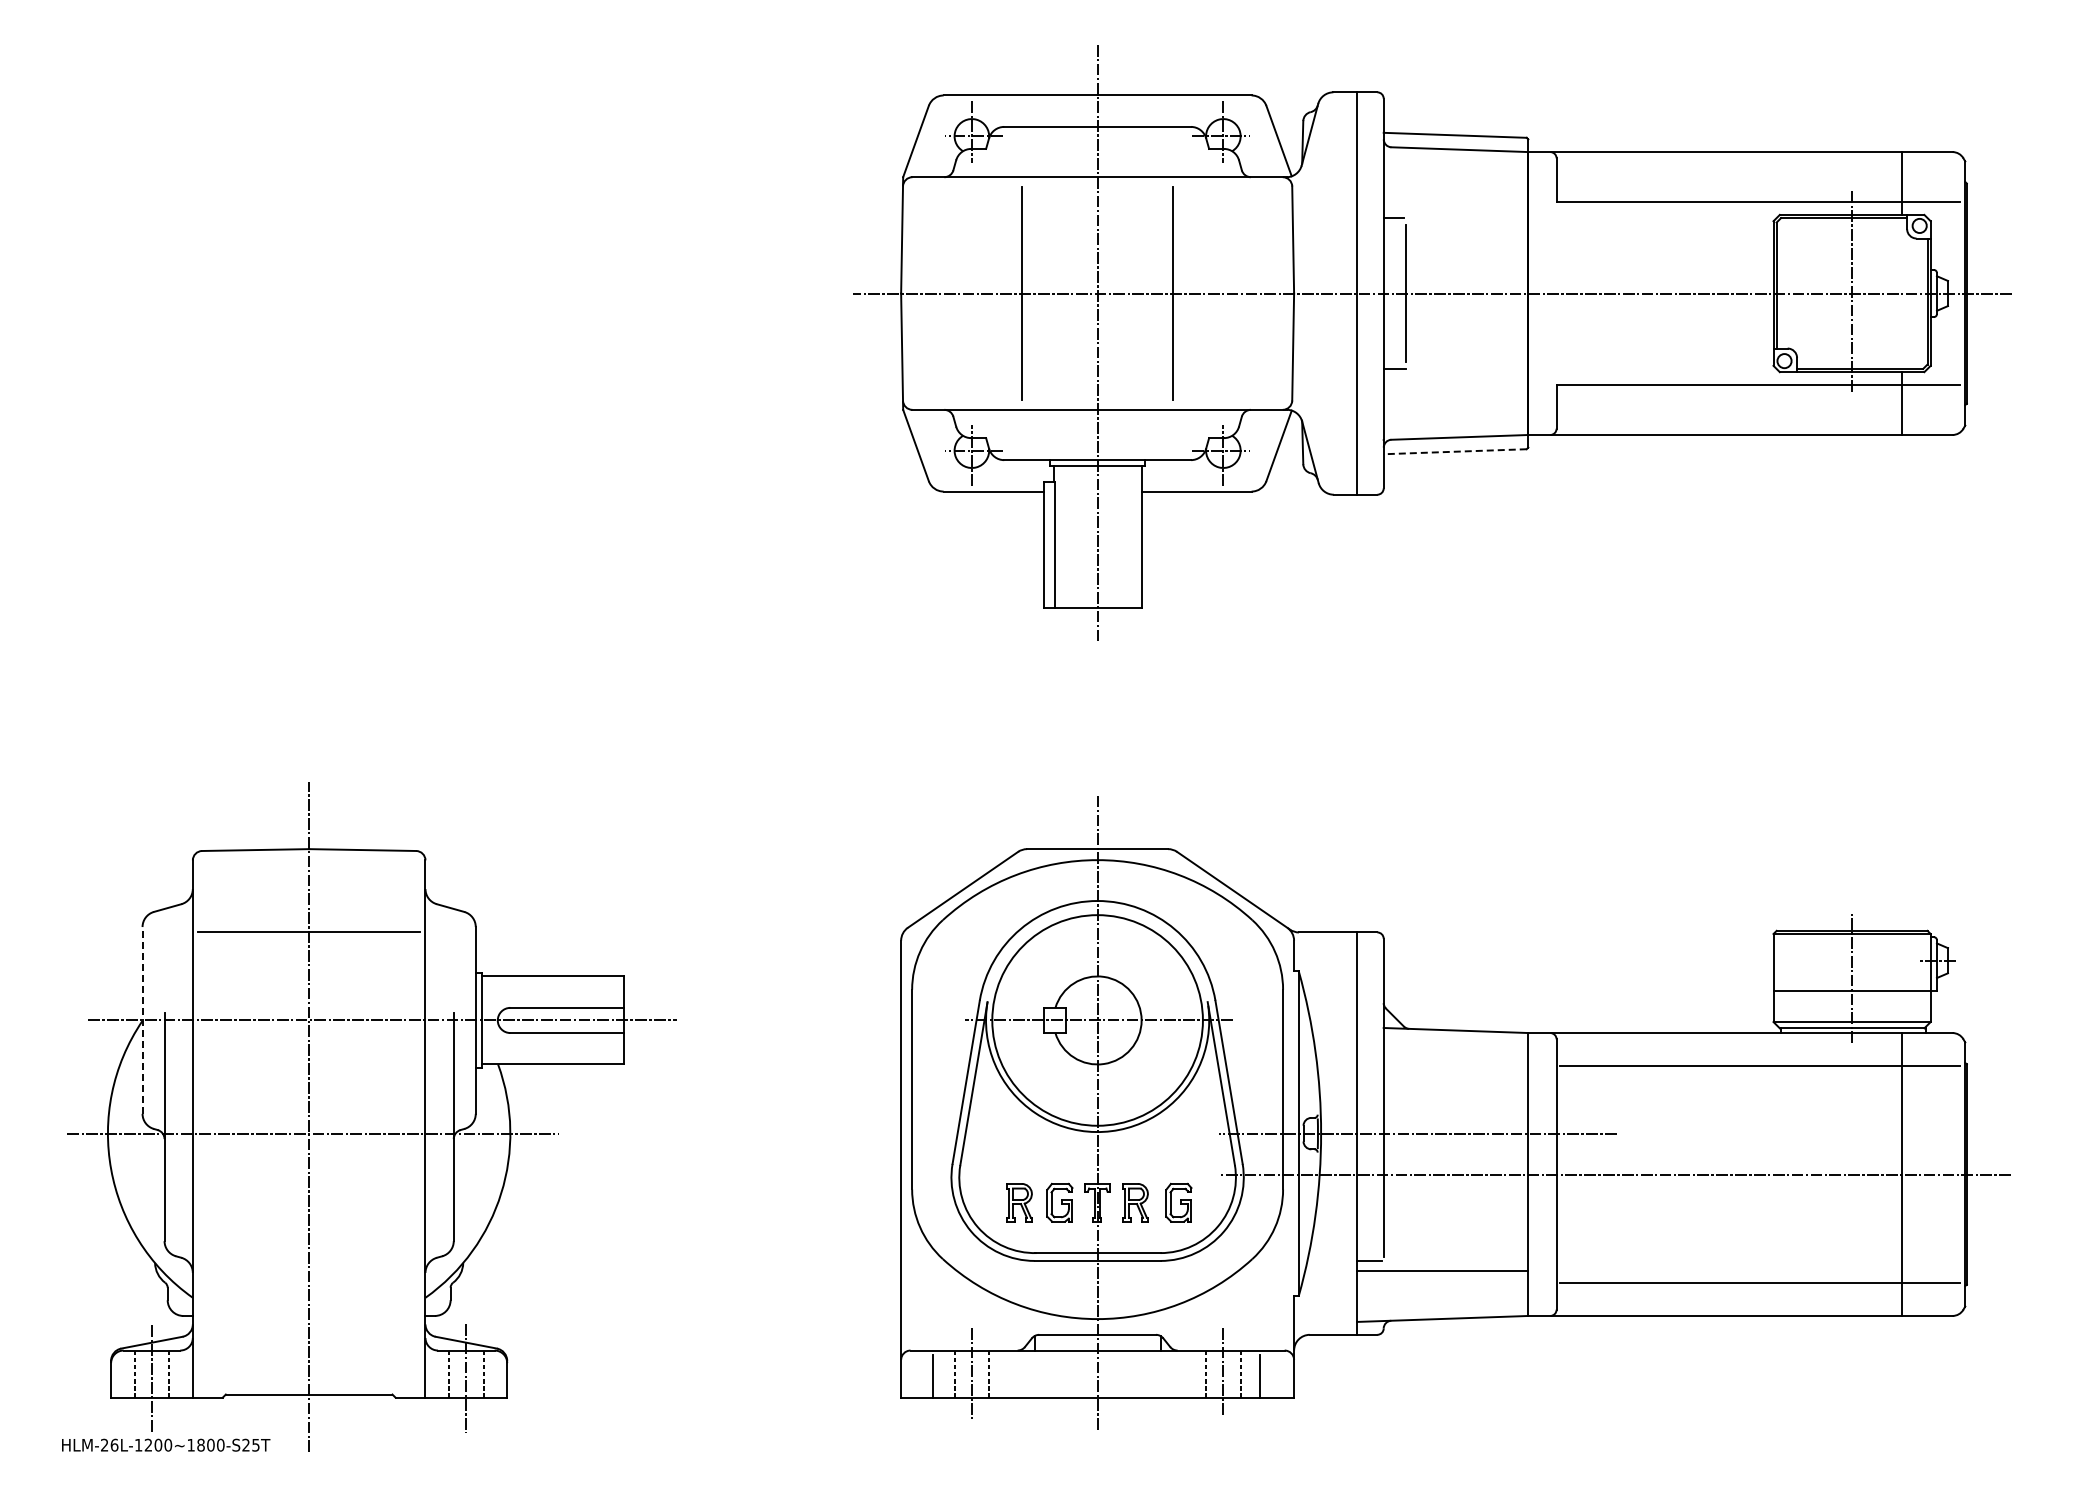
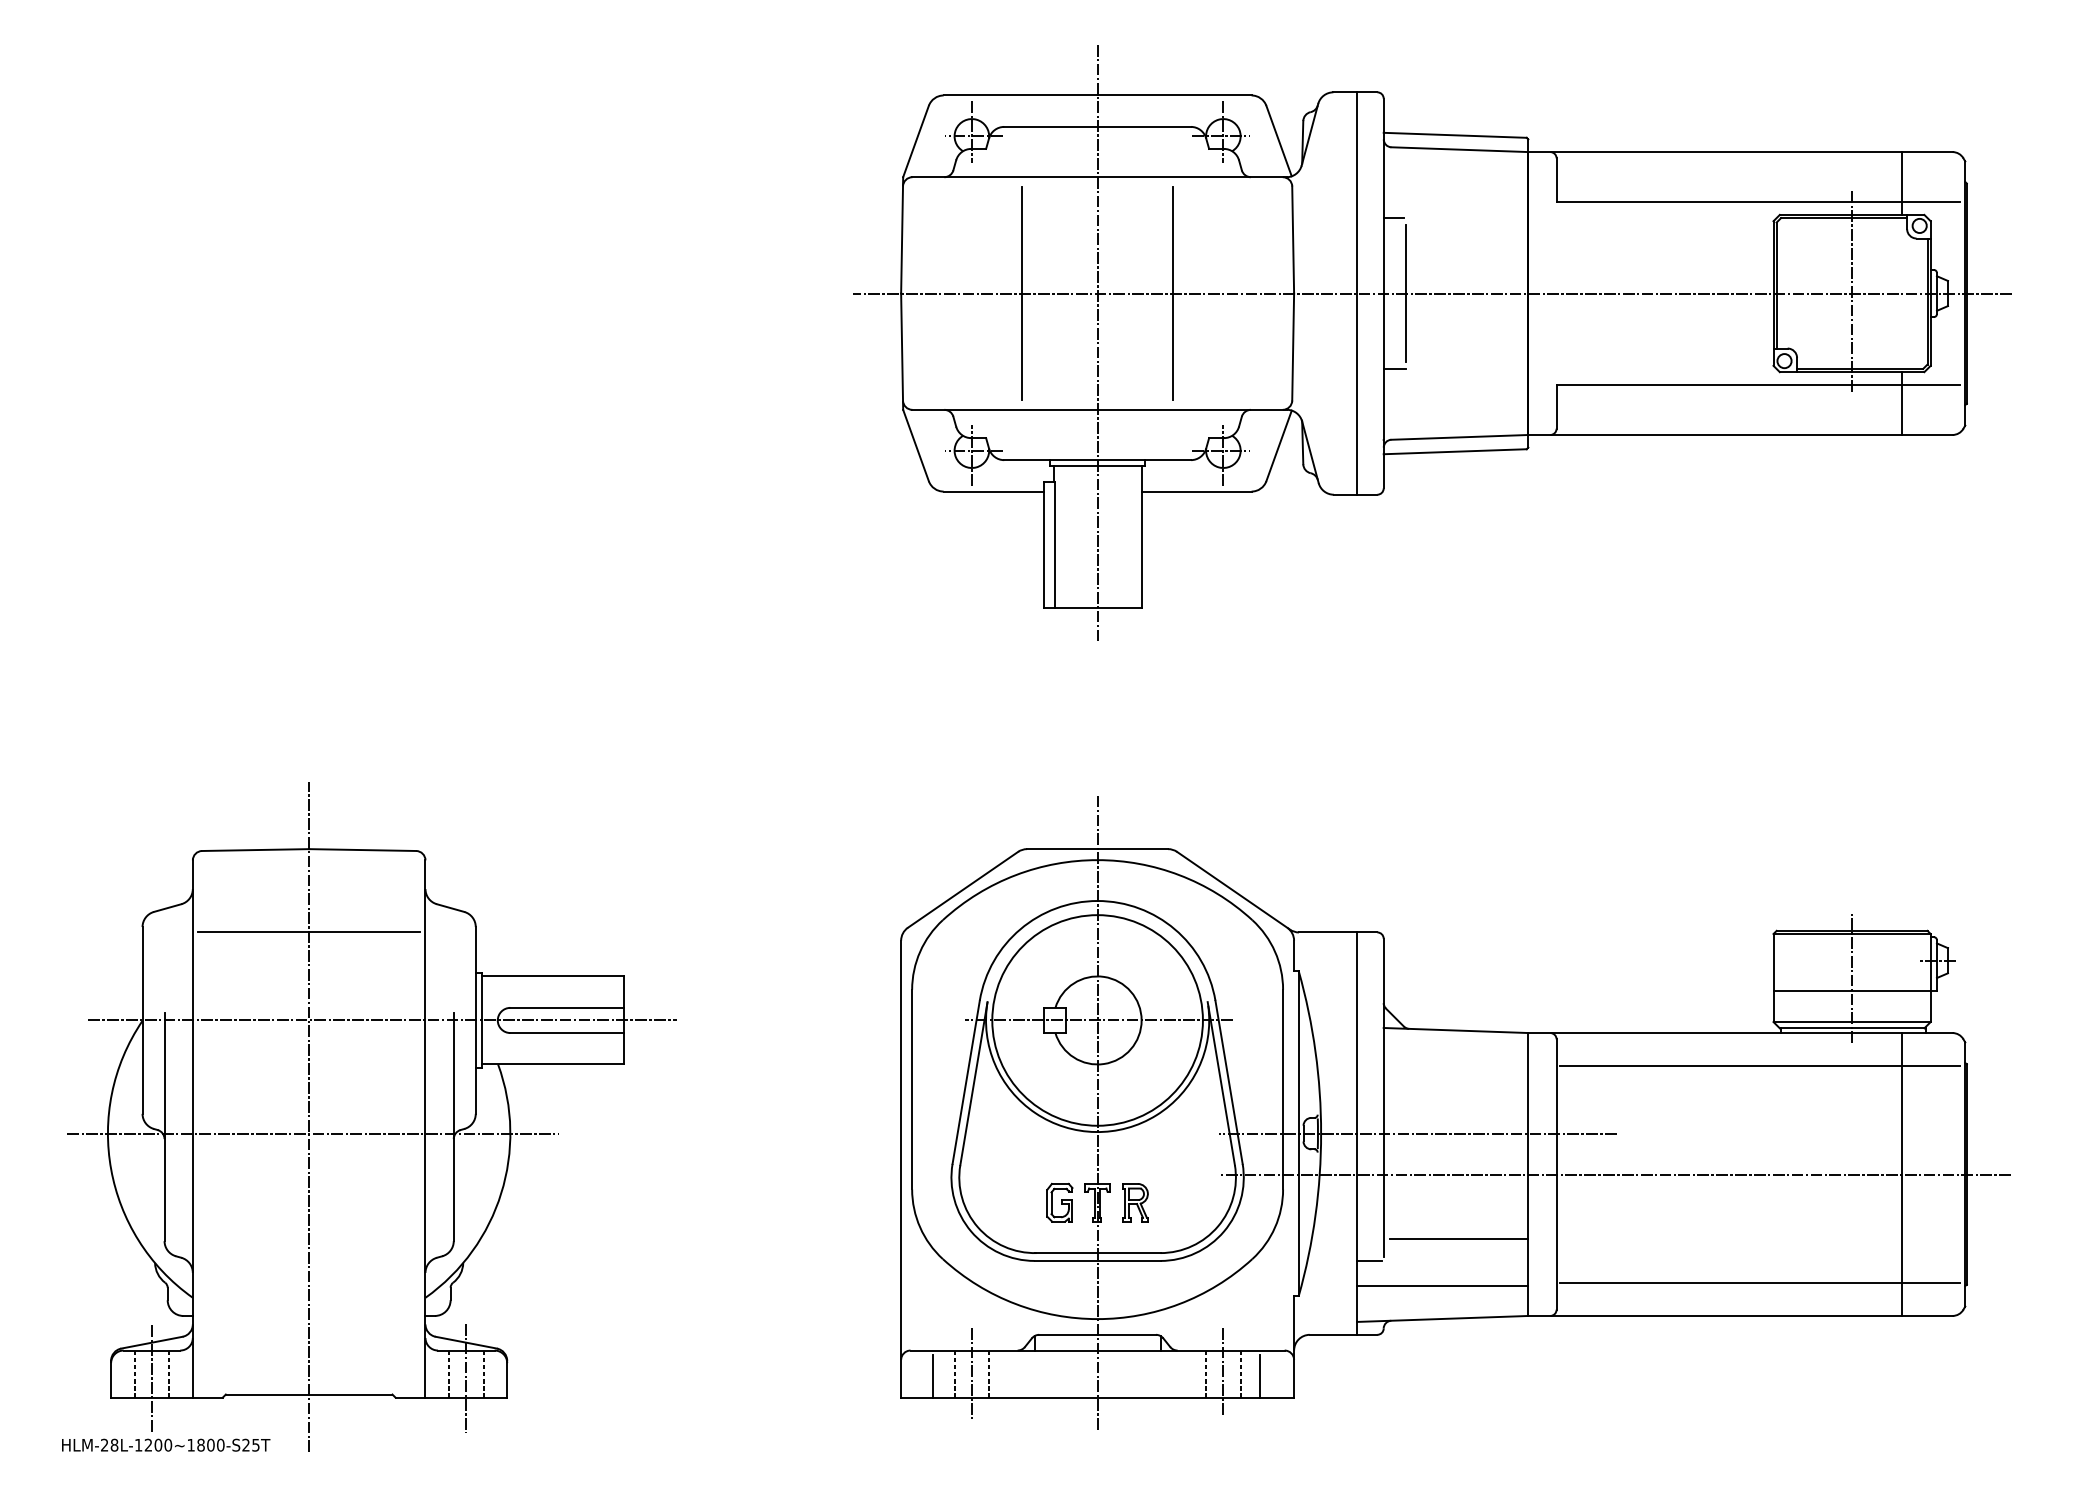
line at (1455, 451): dashed -> solid
line at (142, 1019): dashed -> solid
part at (1019, 1202): present -> none
part at (1178, 1202): present -> none
line at (1458, 1238): none -> present
line at (1442, 1271) position: (1442, 1271) -> (1442, 1286)
text at (114, 1444): HLM-26L-1200~1800-S25T -> HLM-28L-1200~1800-S25T
